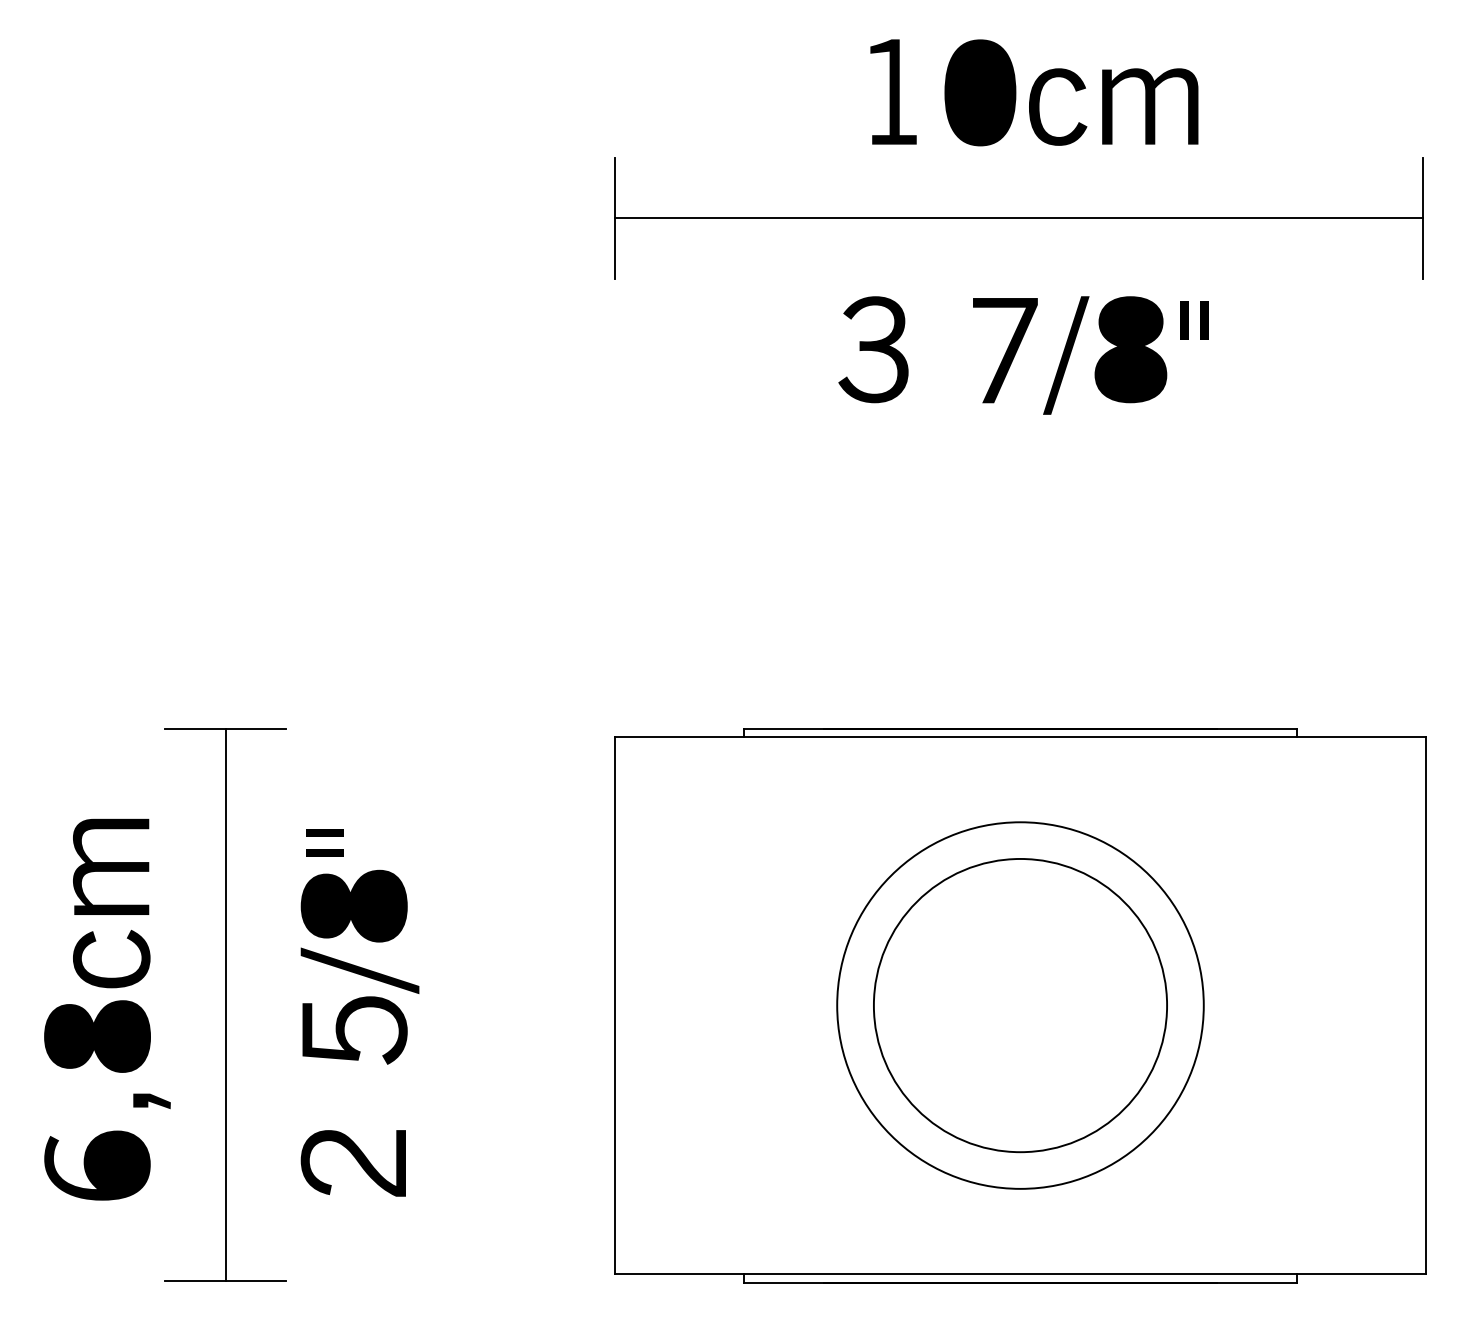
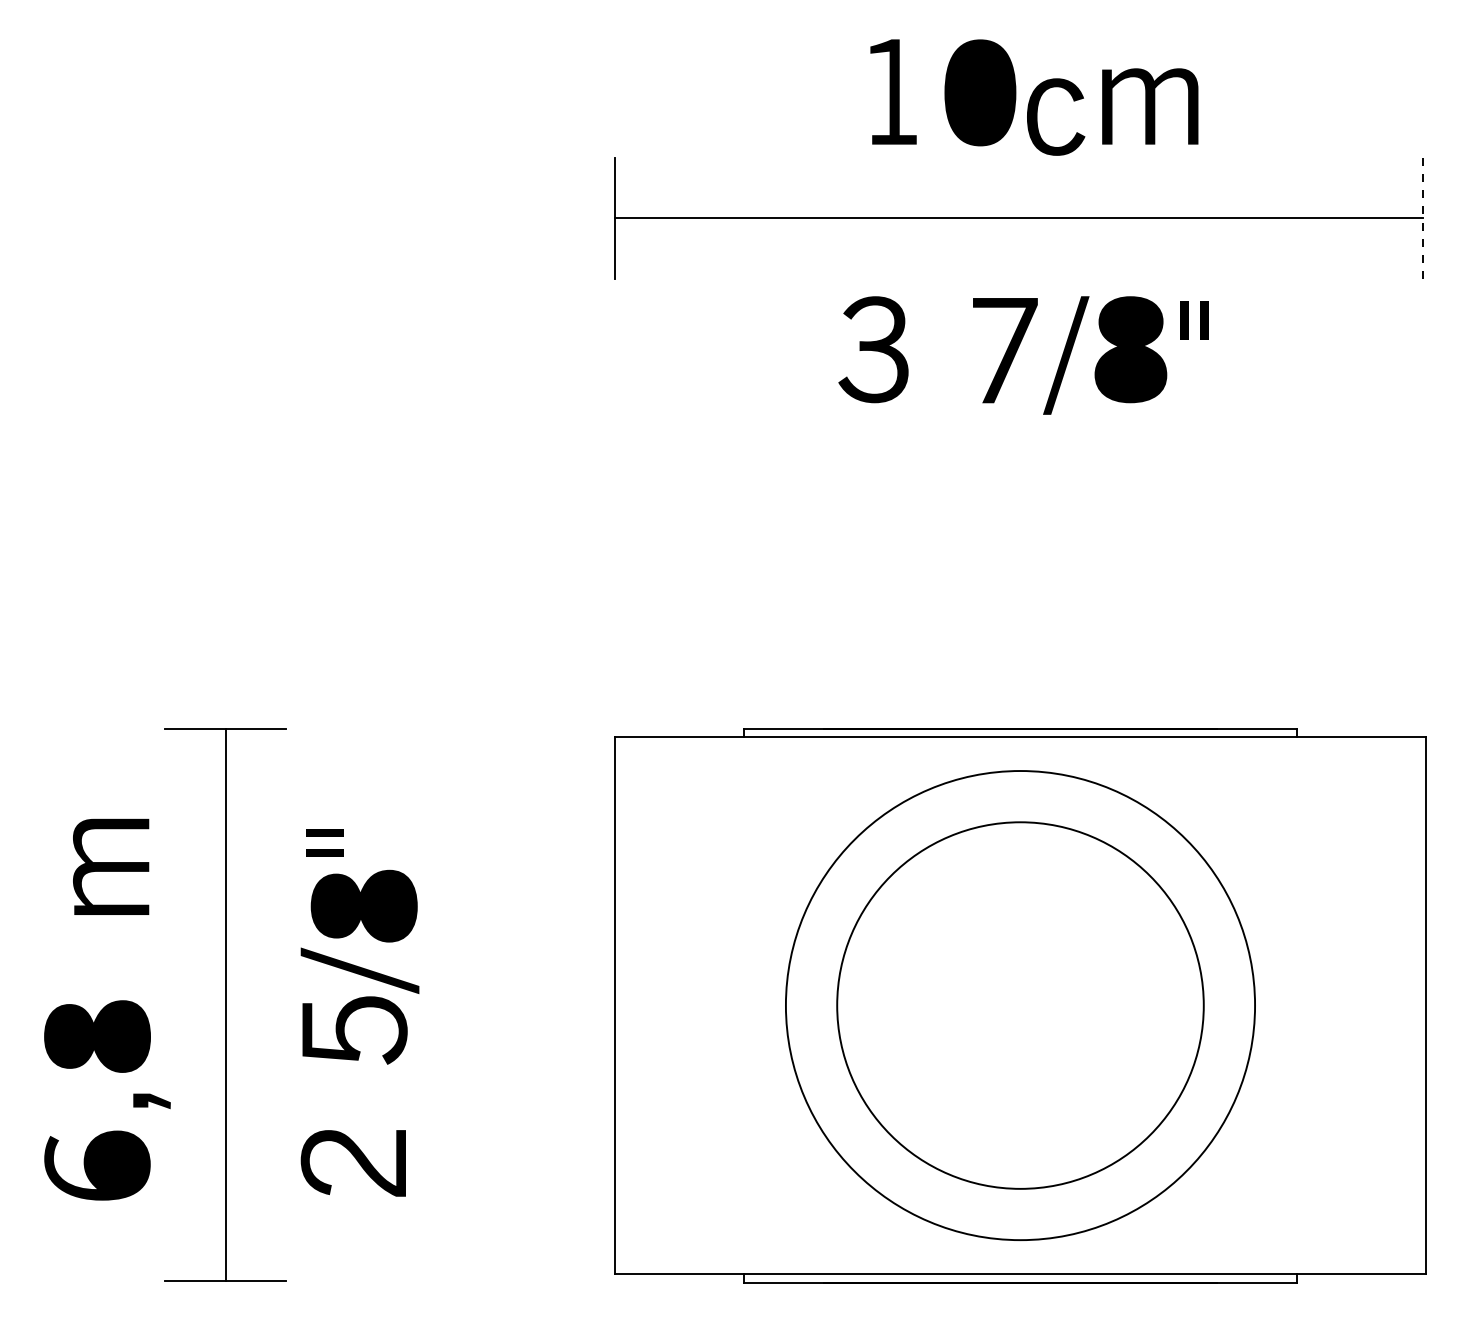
part at (1039, 106) position: (1039, 106) -> (1037, 116)
line at (1423, 218): solid -> dashed
part at (353, 905) position: (353, 905) -> (363, 905)
fill at (111, 958): present -> none
circle at (1020, 1005) diameter: 293 px -> 469 px
